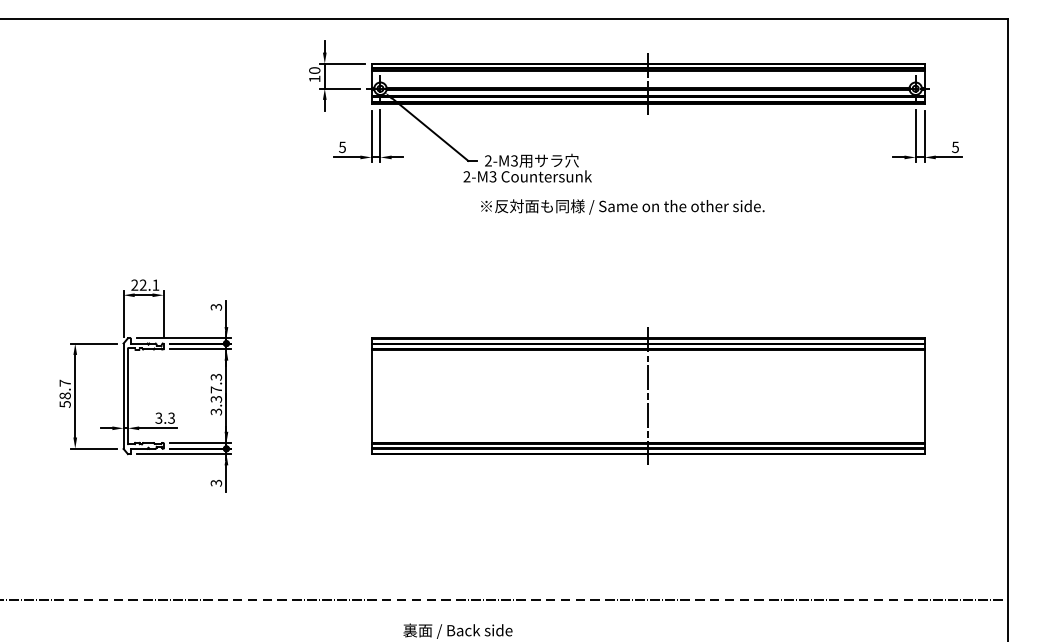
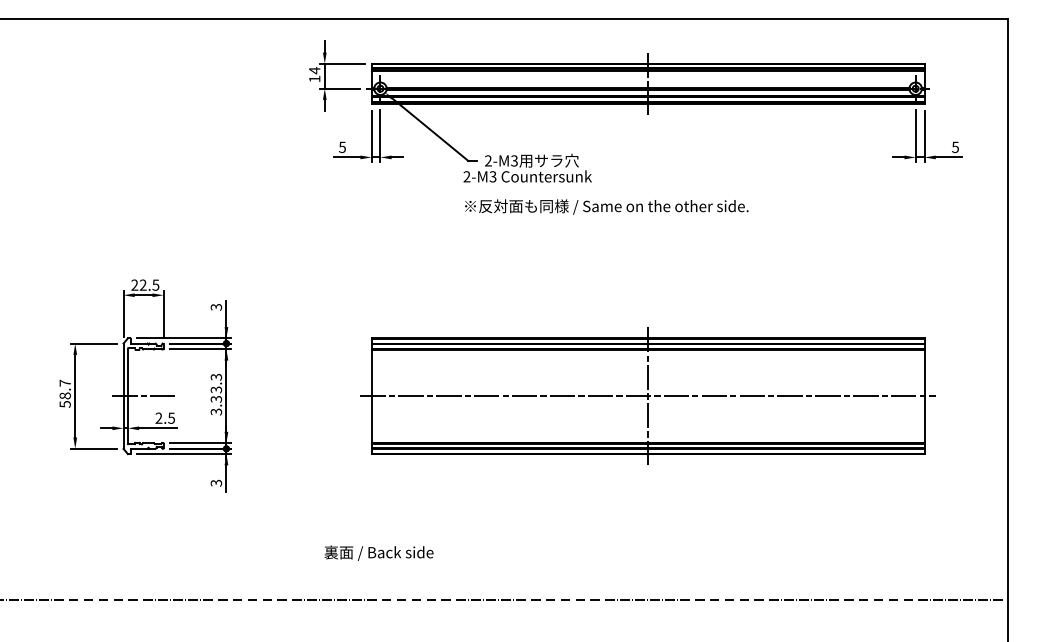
text at (314, 70): 10 -> 14
text at (622, 206) position: (622, 206) -> (606, 206)
text at (155, 284): 22.1 -> 22.5
text at (216, 389): 7.3 -> 3.3
line at (143, 396): none -> present
line at (647, 396): none -> present
text at (164, 417): 3.3 -> 2.5
text at (457, 630) position: (457, 630) -> (378, 552)
